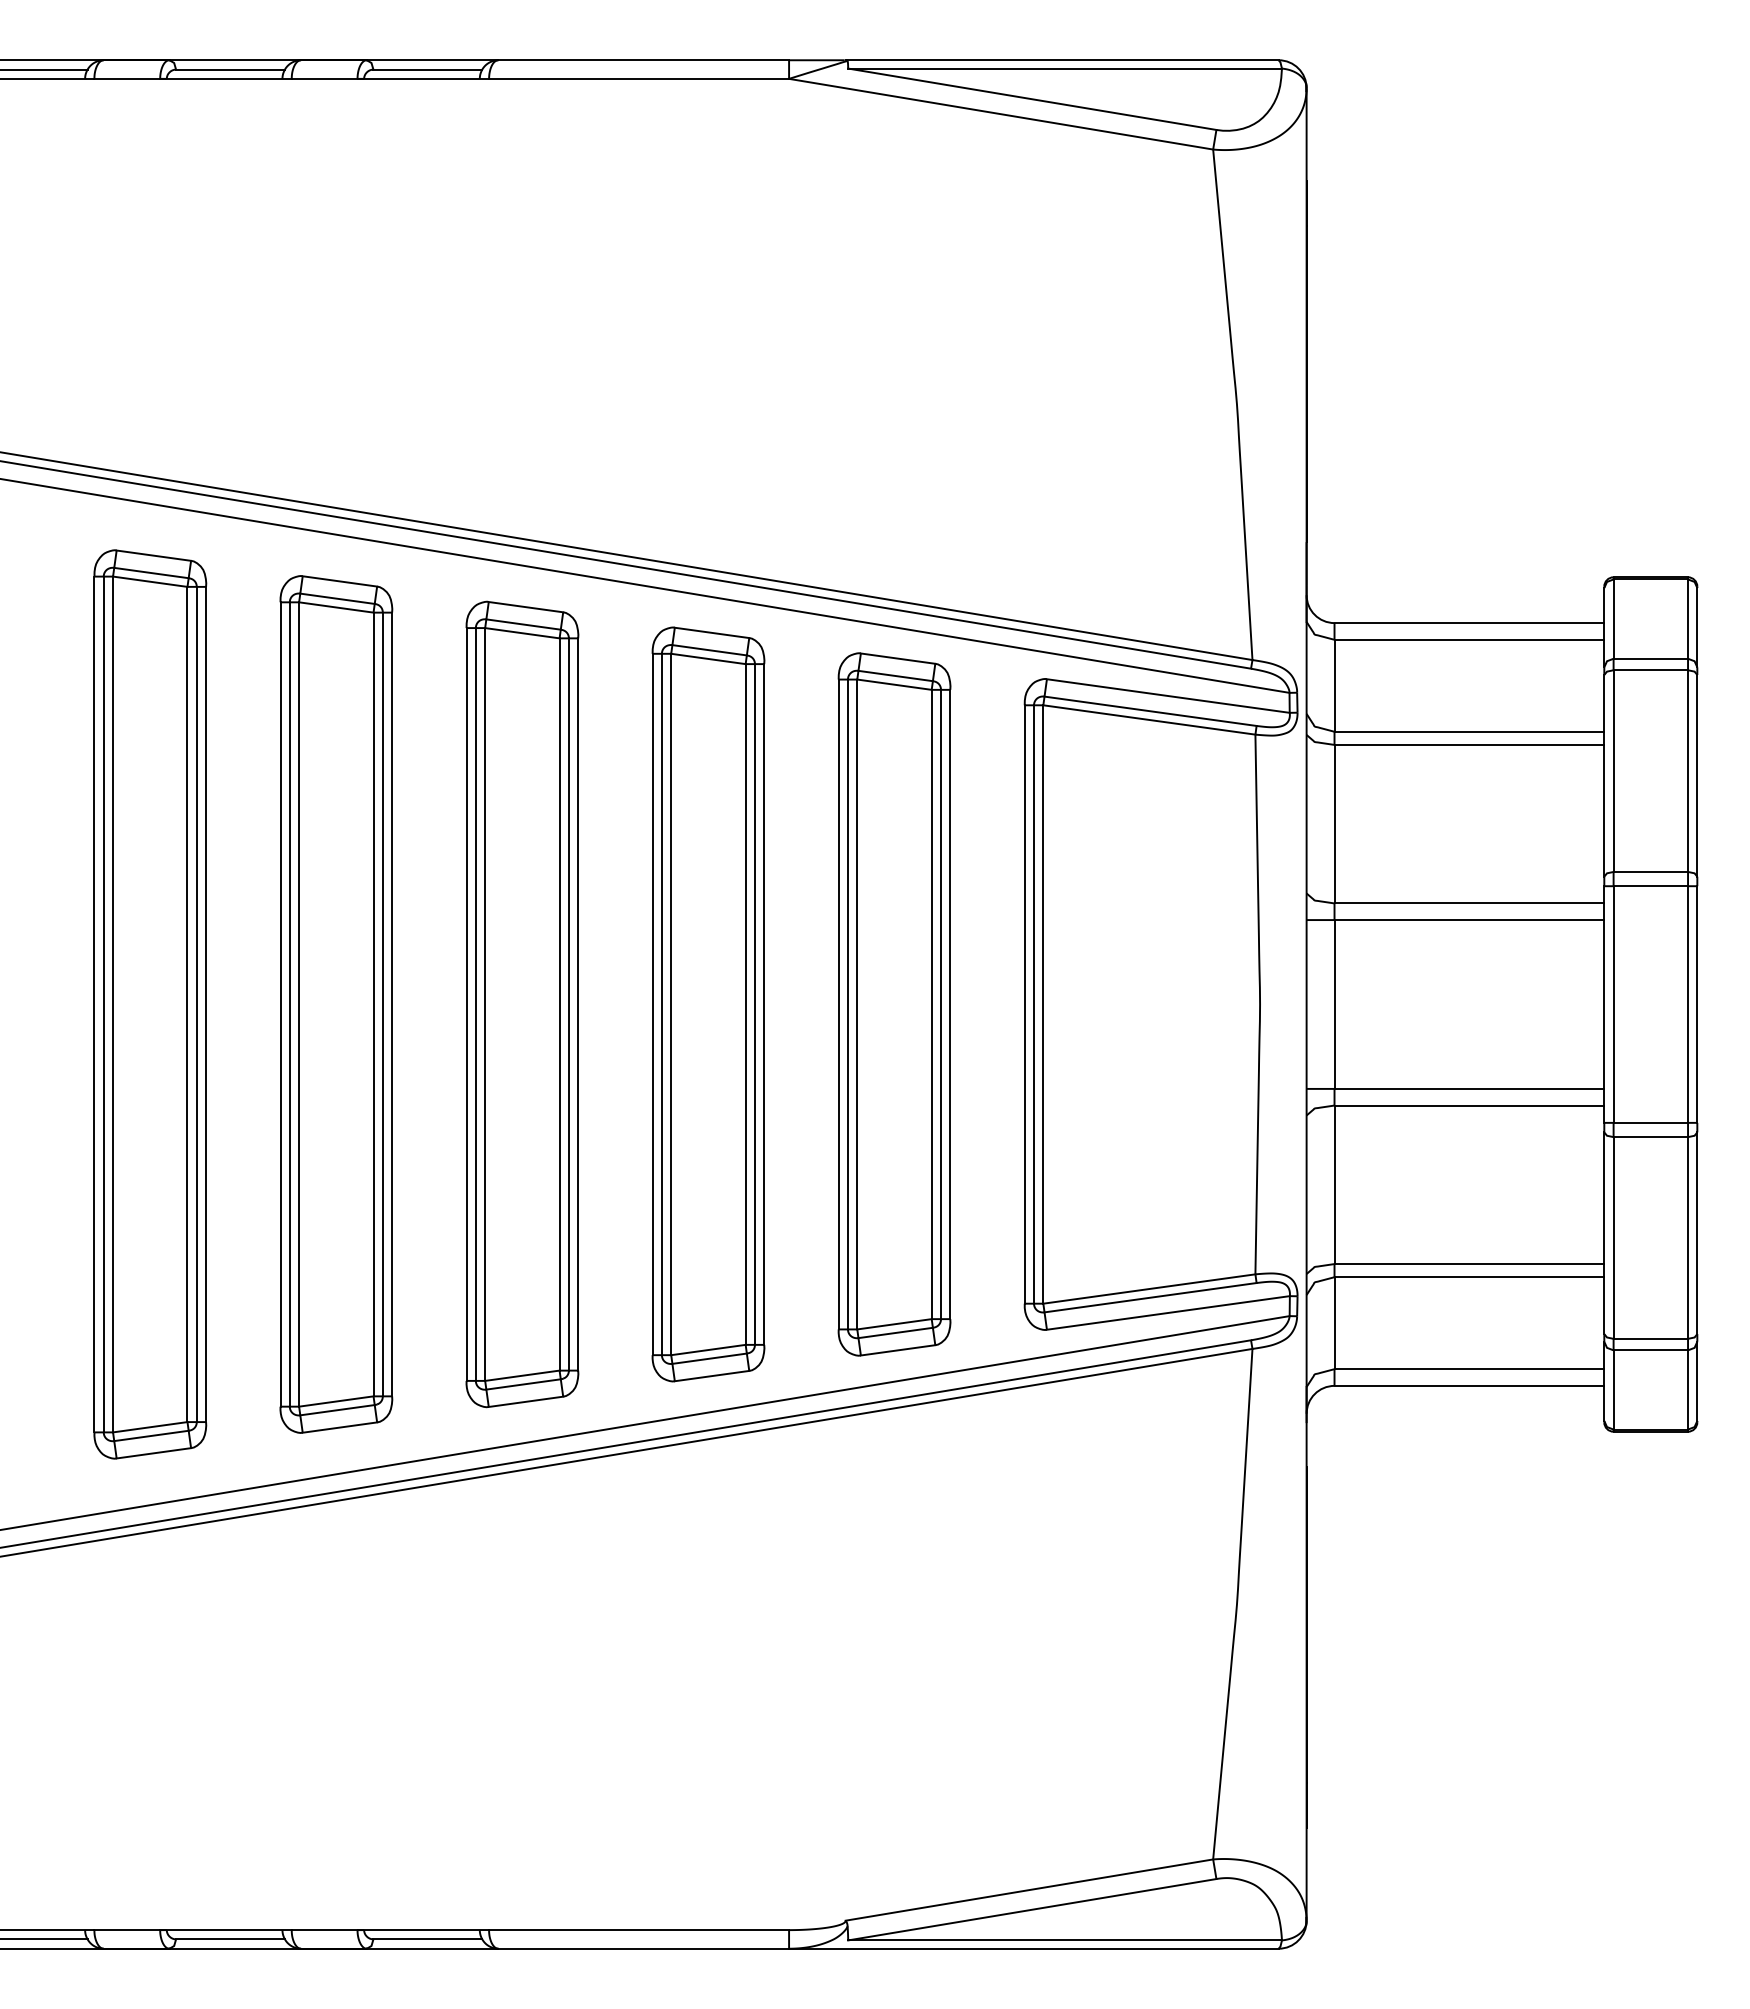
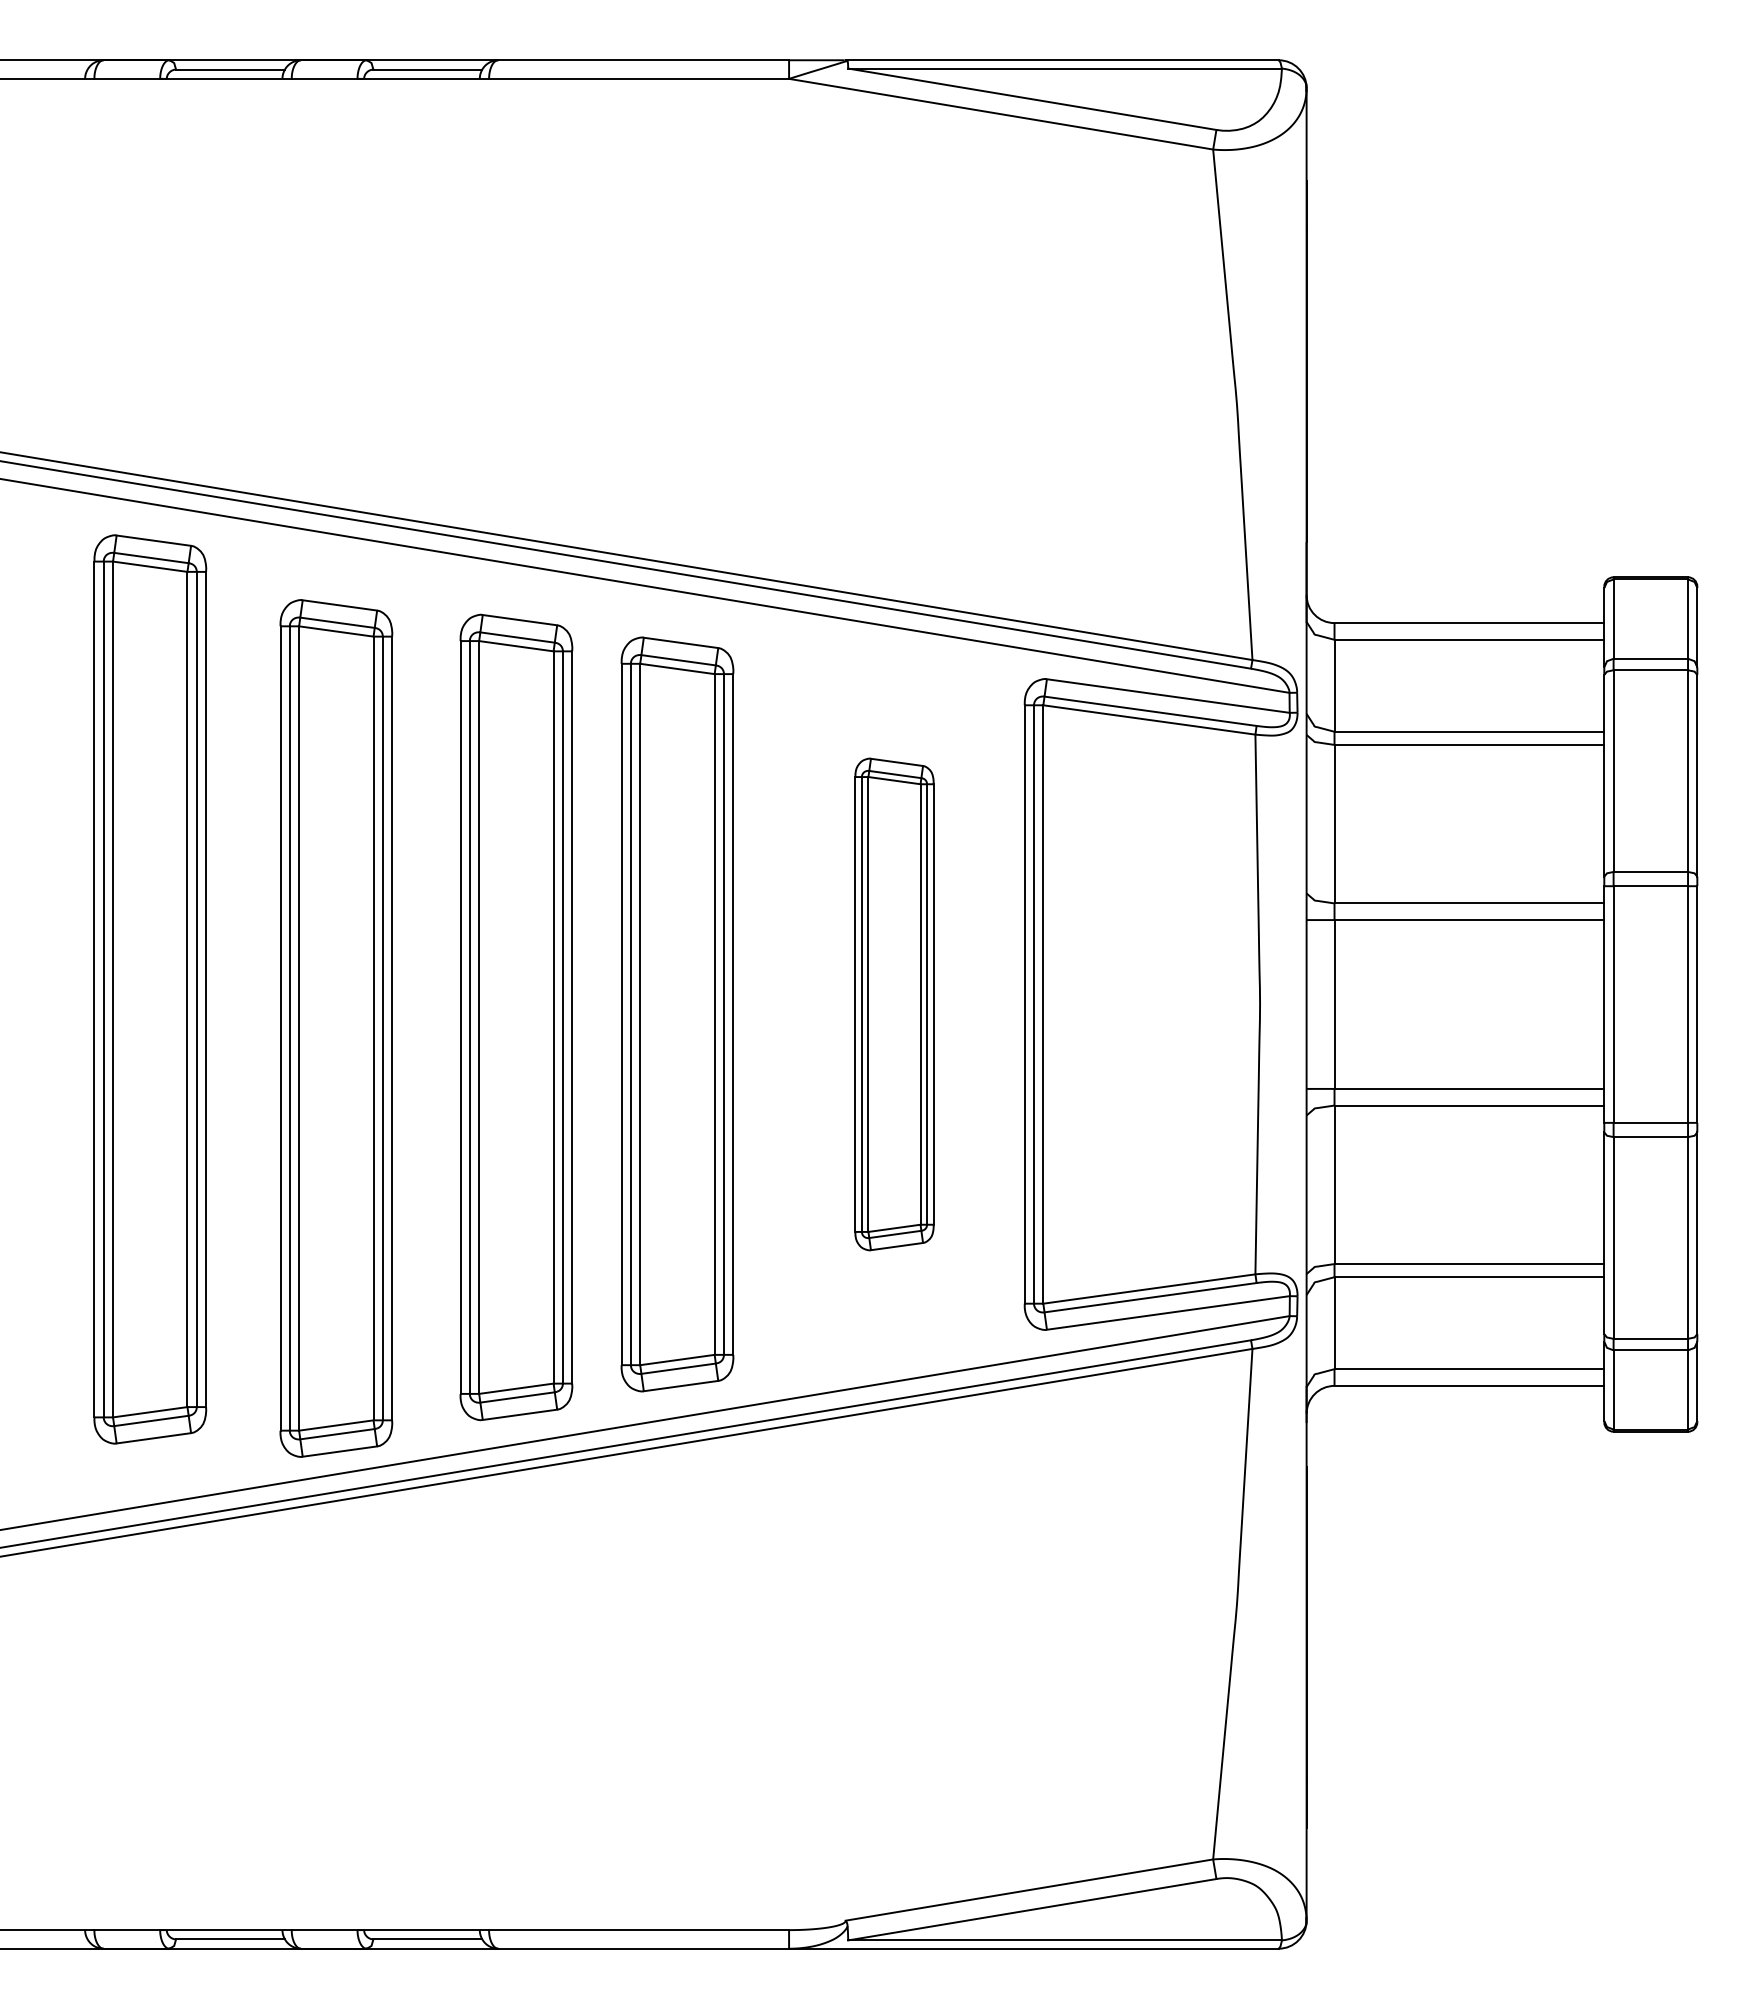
line at (44, 69): present -> none
part at (150, 1004) position: (150, 1004) -> (150, 989)
part at (336, 1004) position: (336, 1004) -> (336, 1028)
part at (522, 1004) position: (522, 1004) -> (516, 1017)
part at (708, 1004) position: (708, 1004) -> (677, 1014)
part at (894, 1004) size: 115x705 px -> 81x495 px
line at (44, 1939): present -> none
